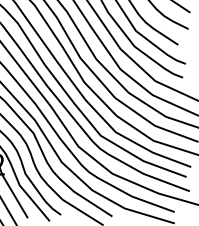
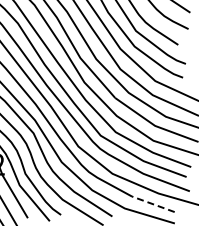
line at (153, 204): solid -> dashed
